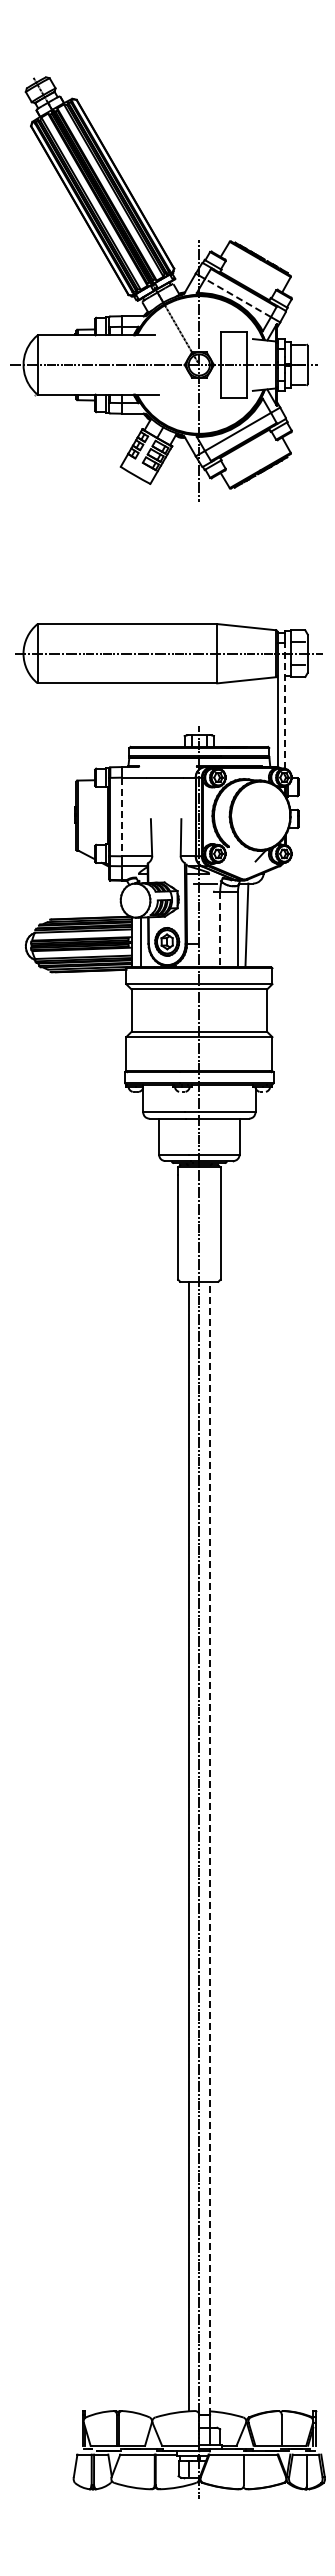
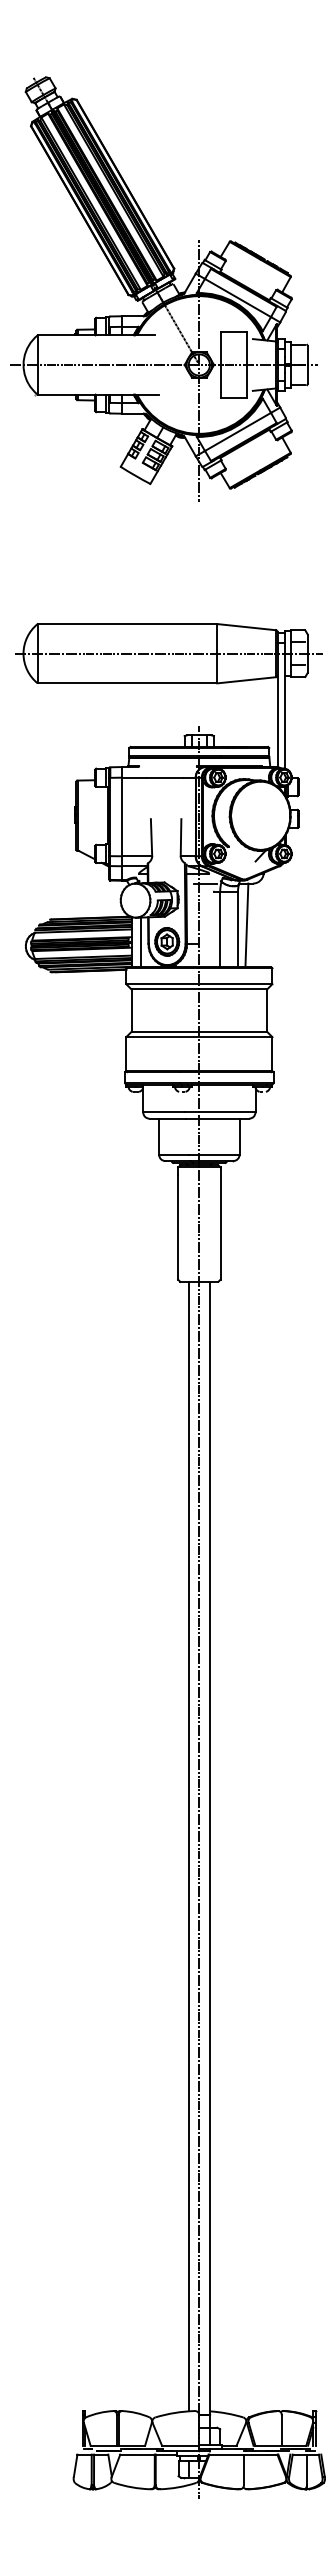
line at (237, 297): dashed -> solid
line at (284, 705): dashed -> solid
line at (122, 817): dashed -> solid
line at (220, 929): dashed -> solid
line at (209, 1848): dashed -> solid
